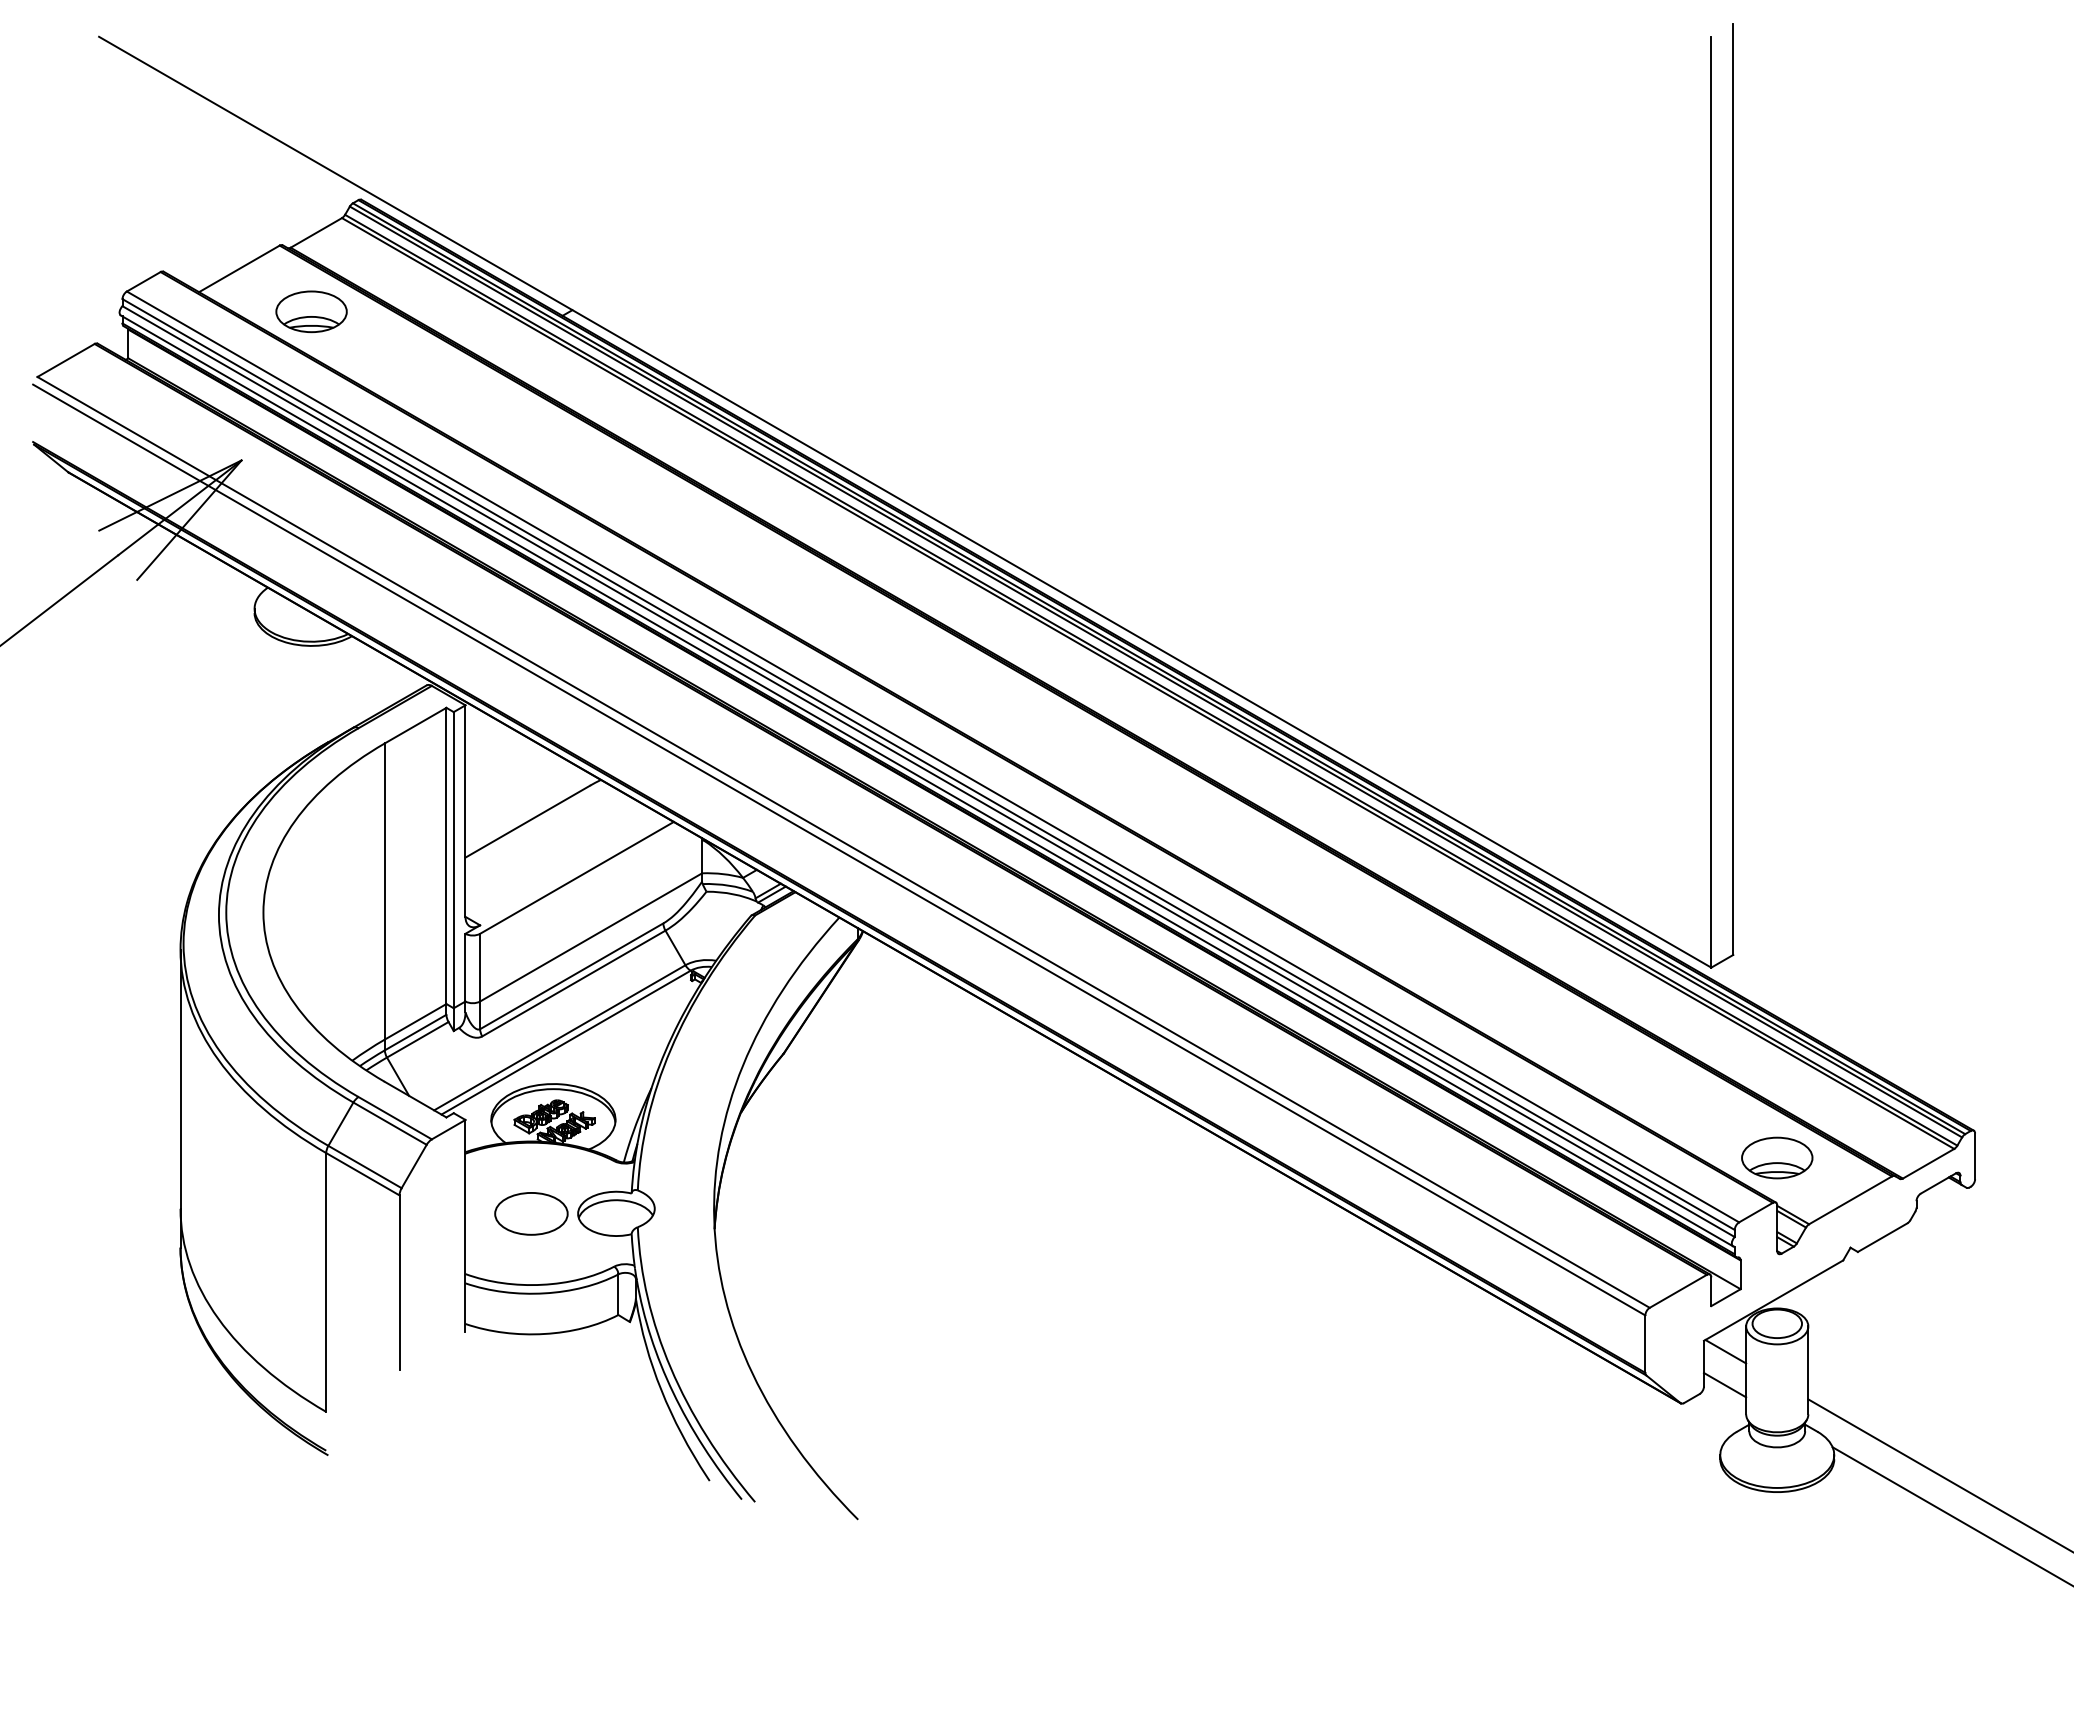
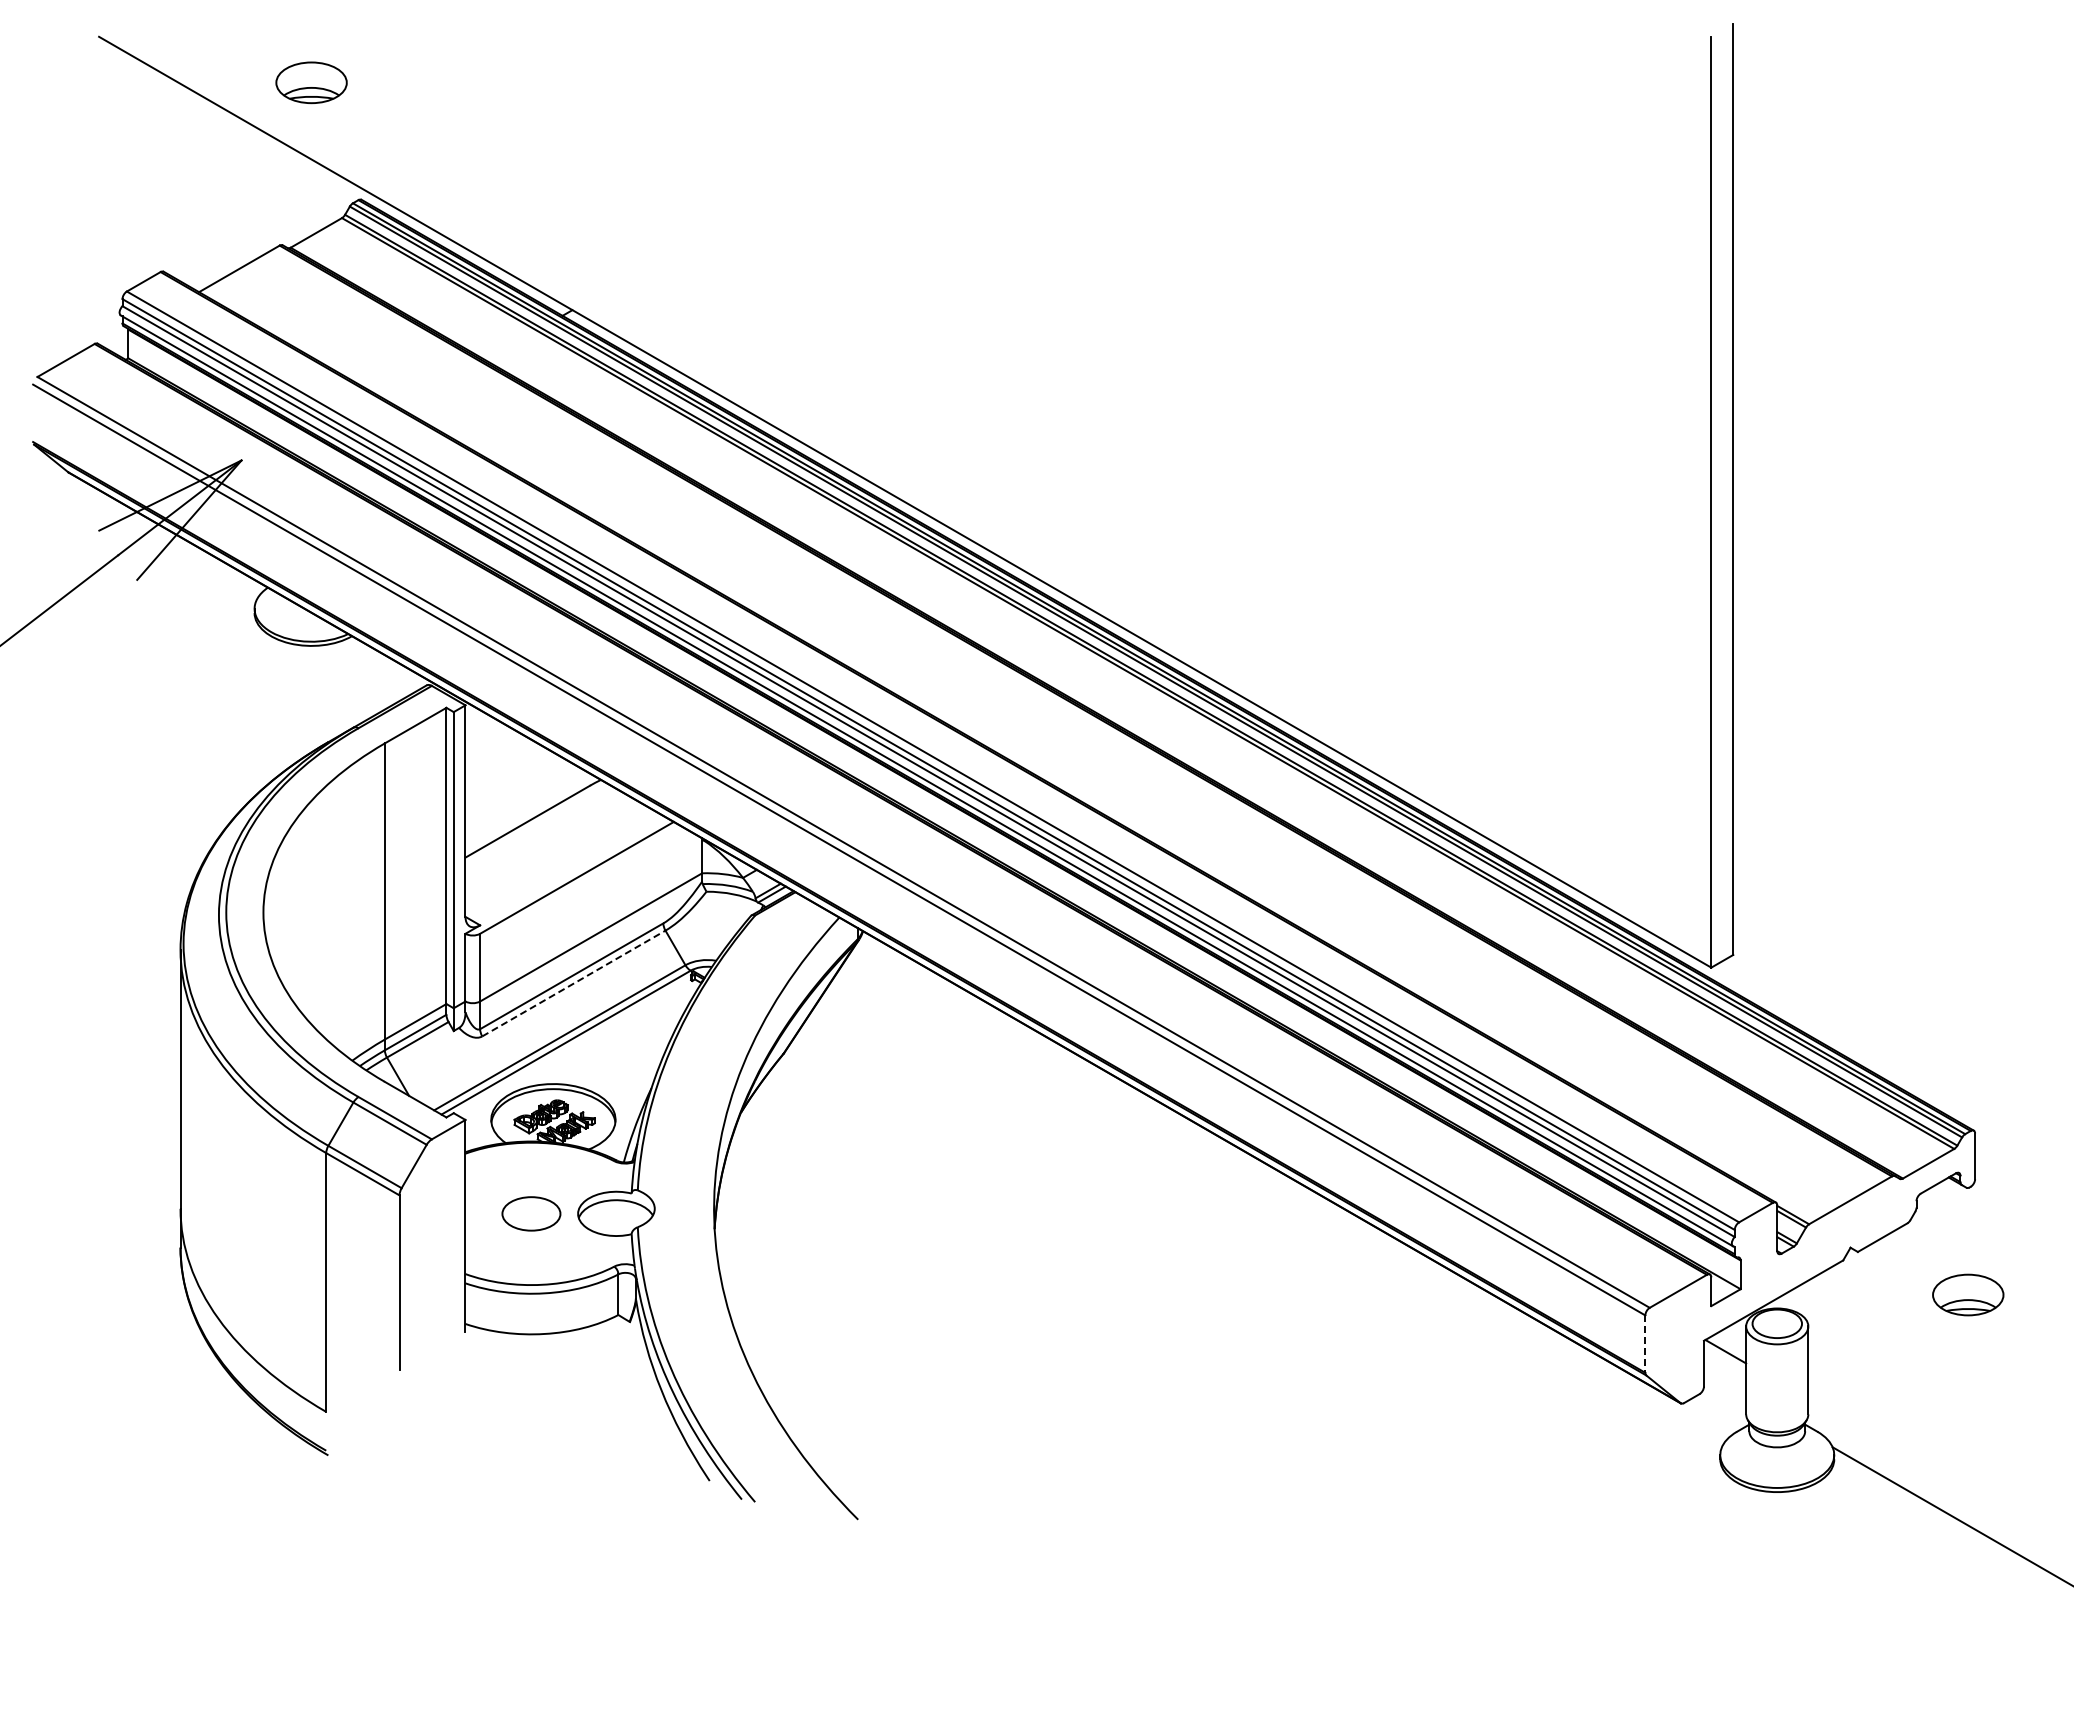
part at (311, 311) position: (311, 311) -> (311, 82)
line at (573, 983): solid -> dashed
part at (1777, 1157) position: (1777, 1157) -> (1968, 1294)
part at (531, 1213) size: 75x44 px -> 61x36 px
line at (1645, 1344): solid -> dashed
line at (1724, 1384): present -> none
line at (1939, 1474): present -> none
